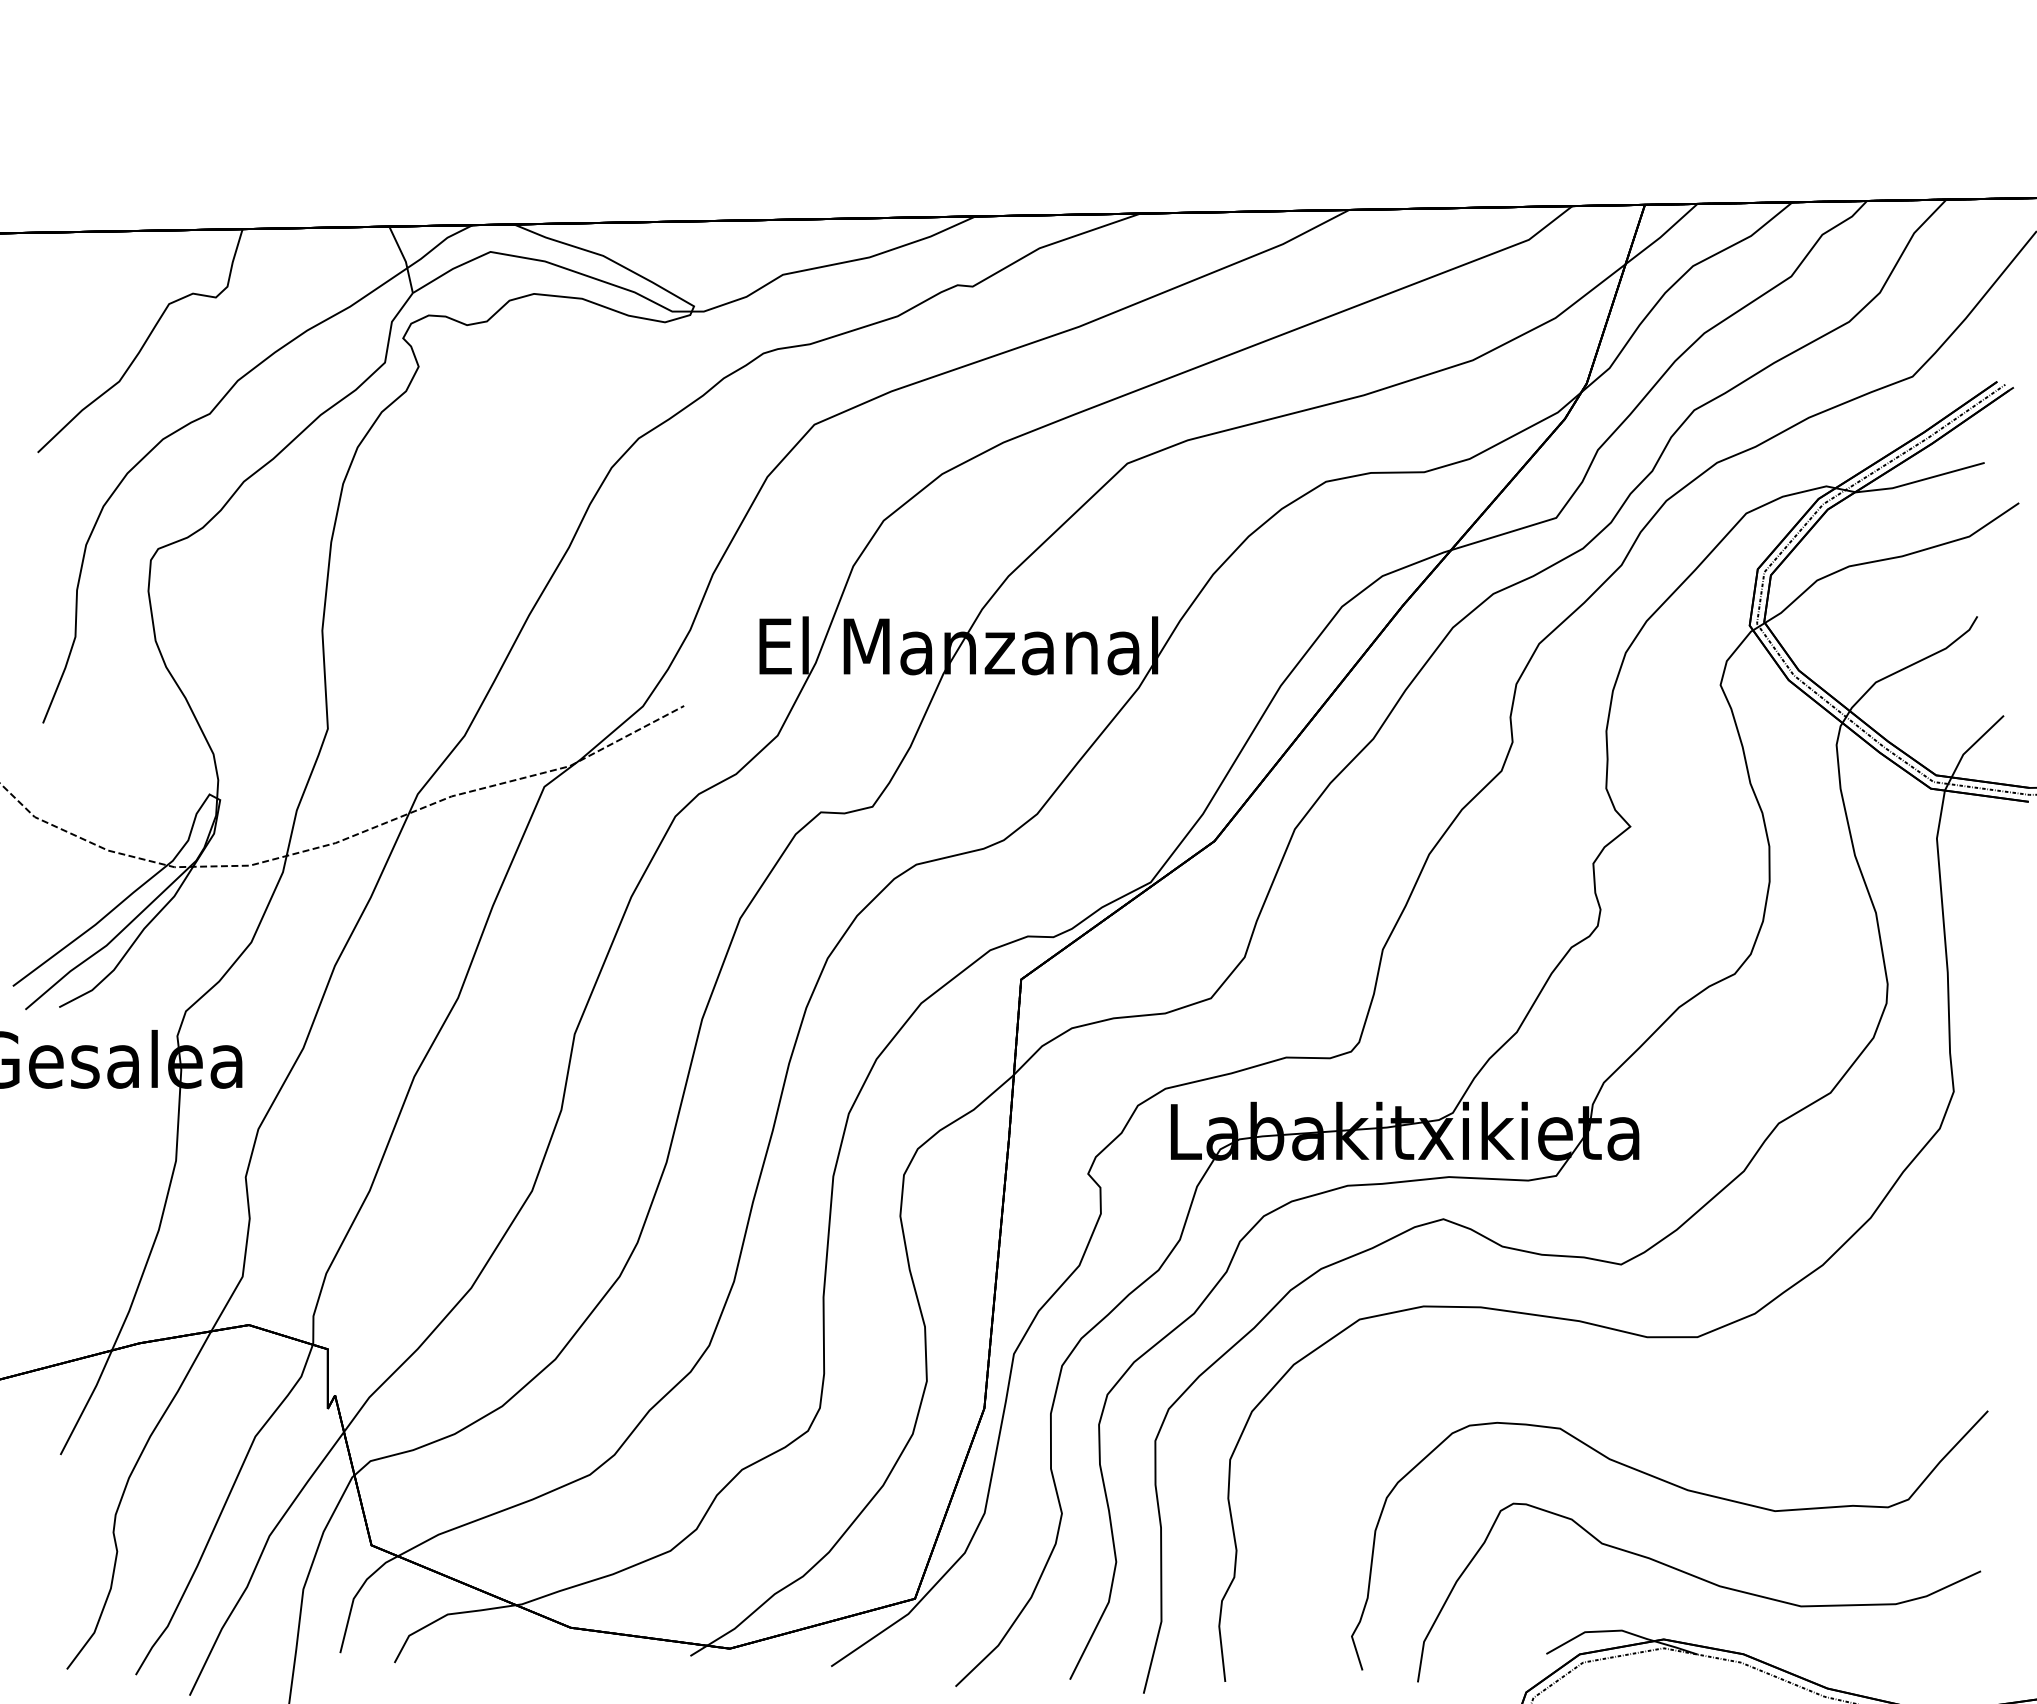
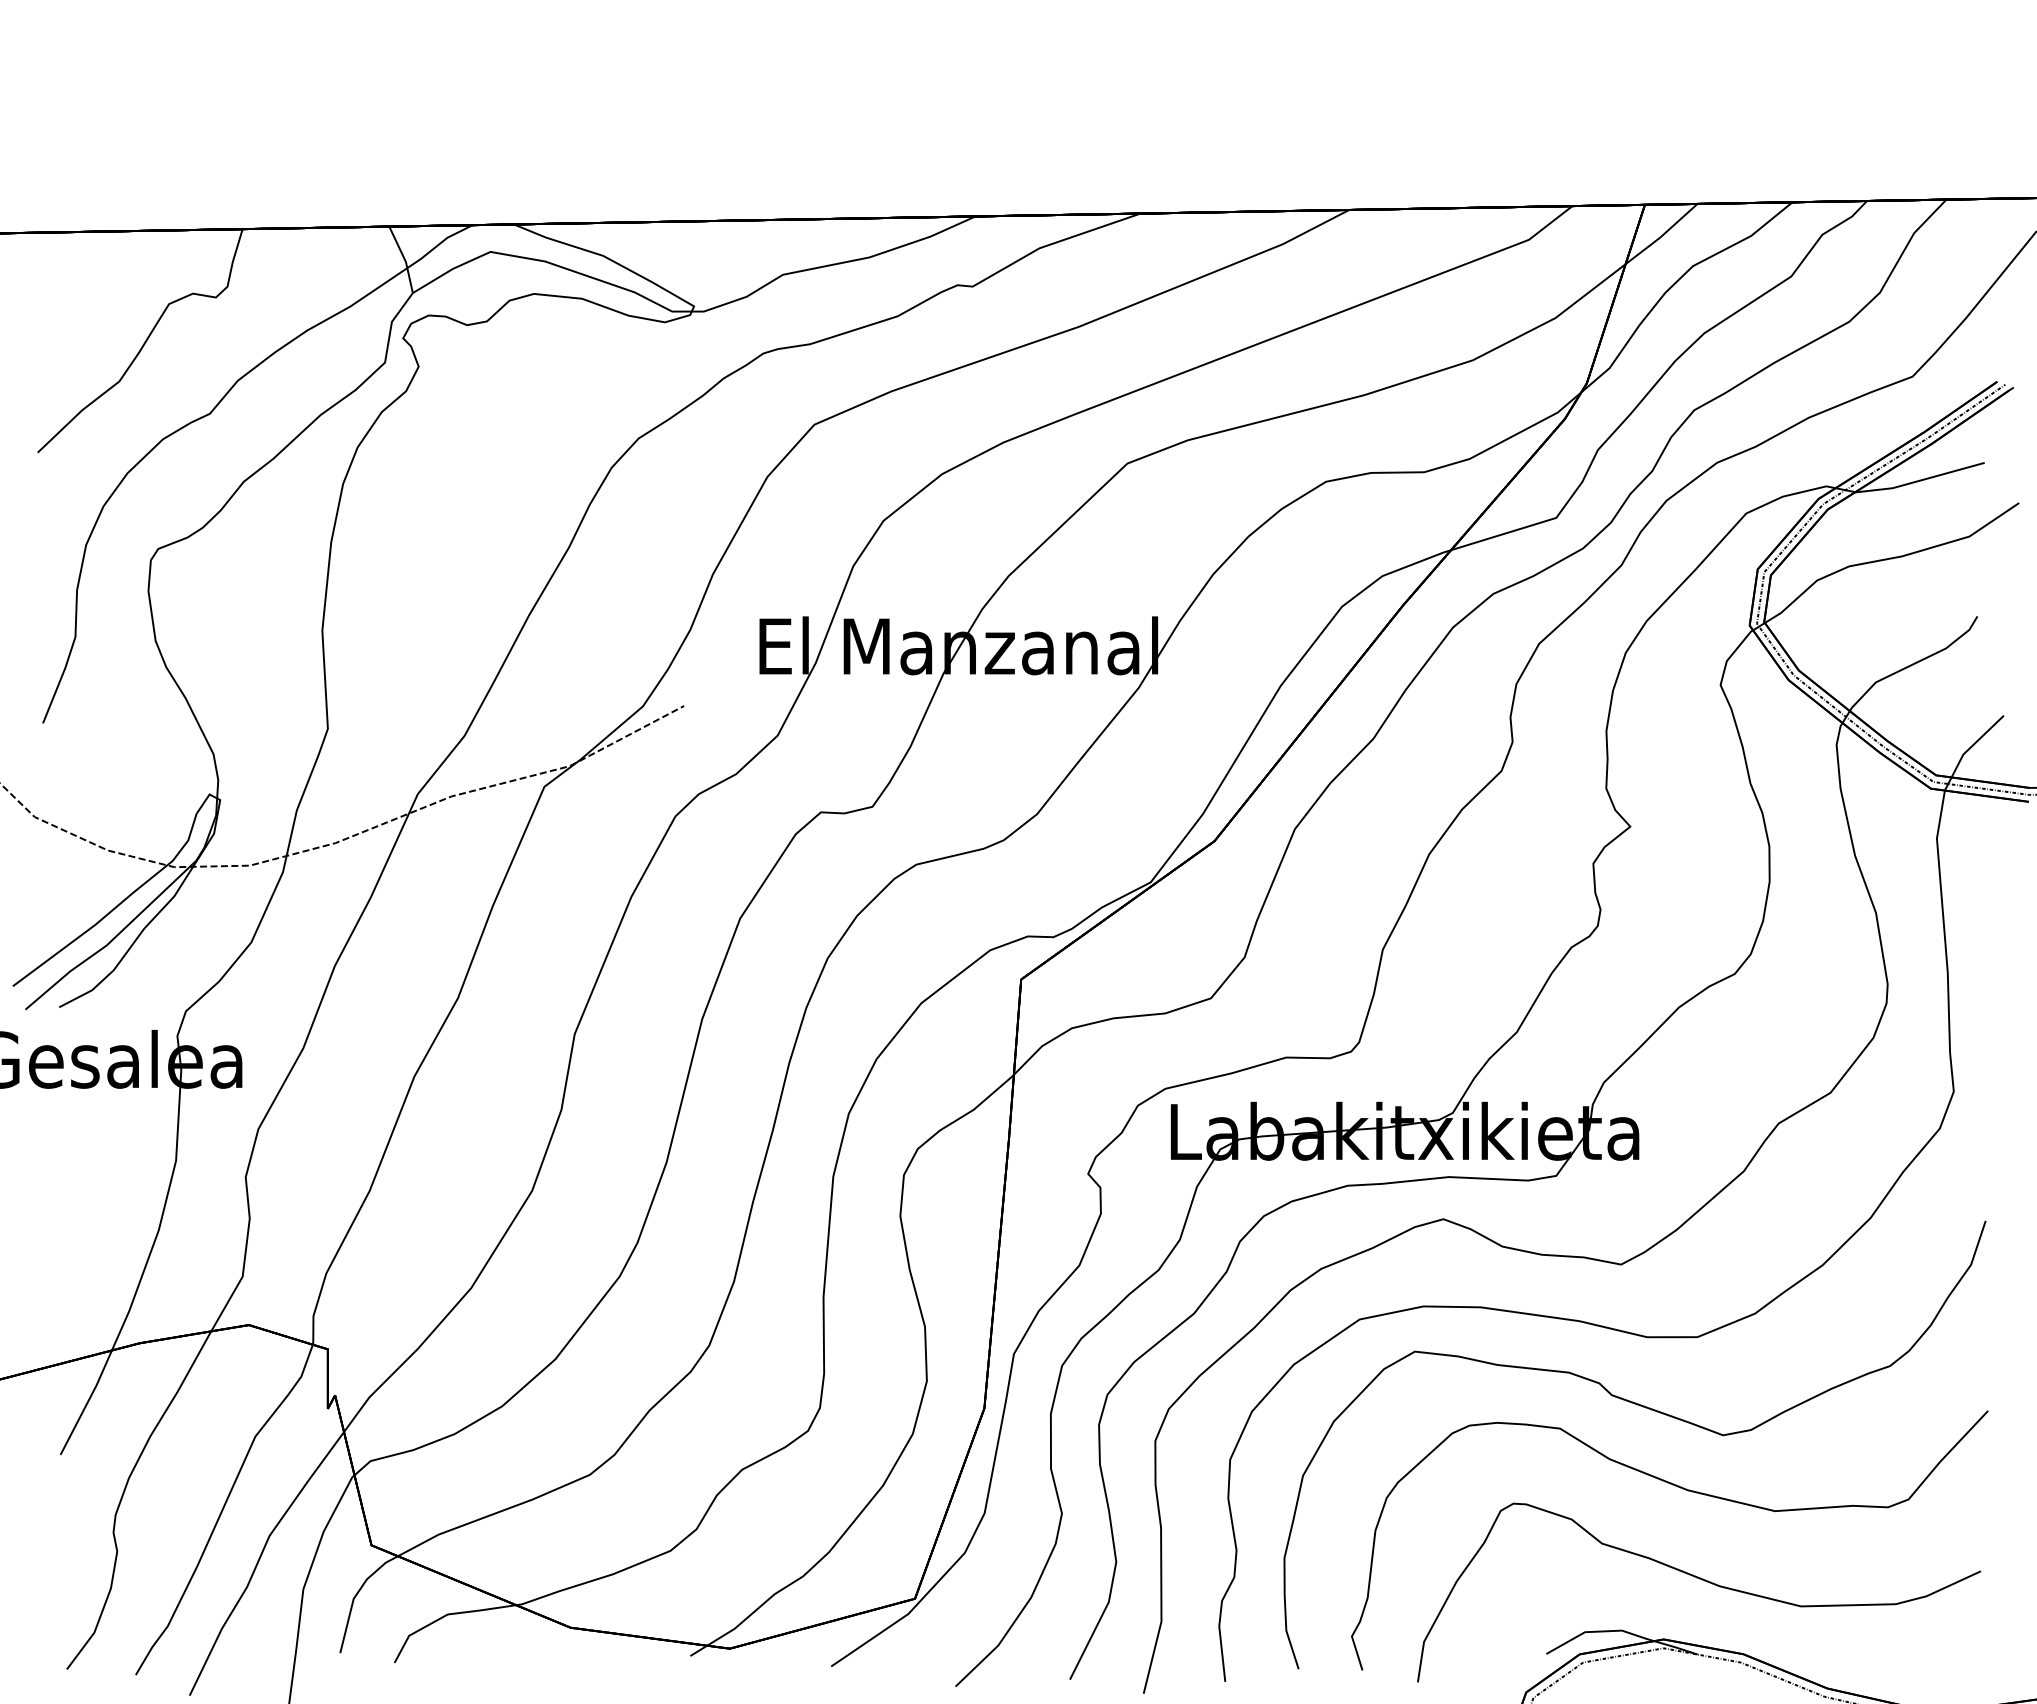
part at (1645, 1408): none -> present
